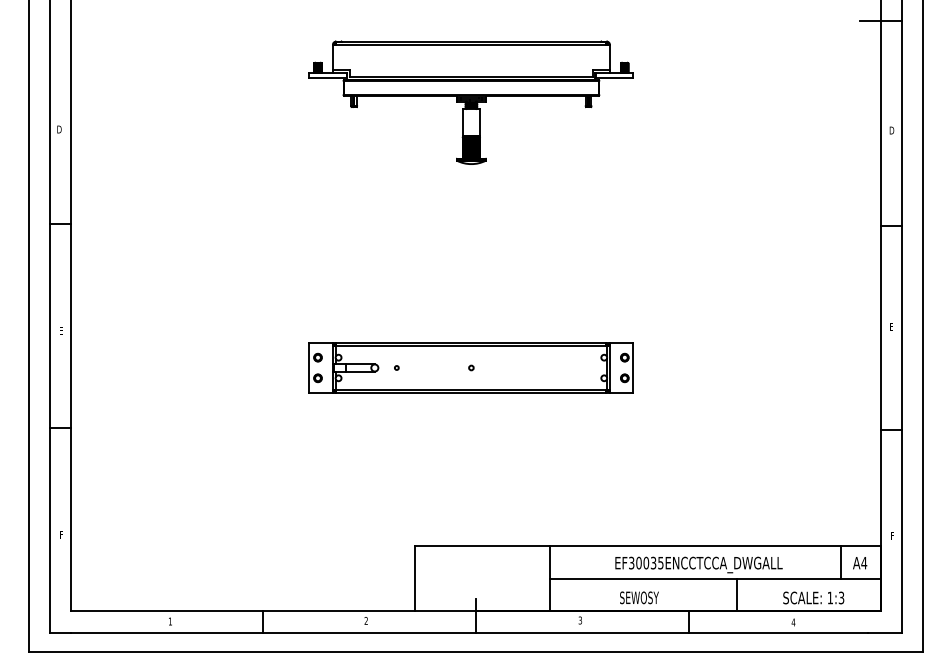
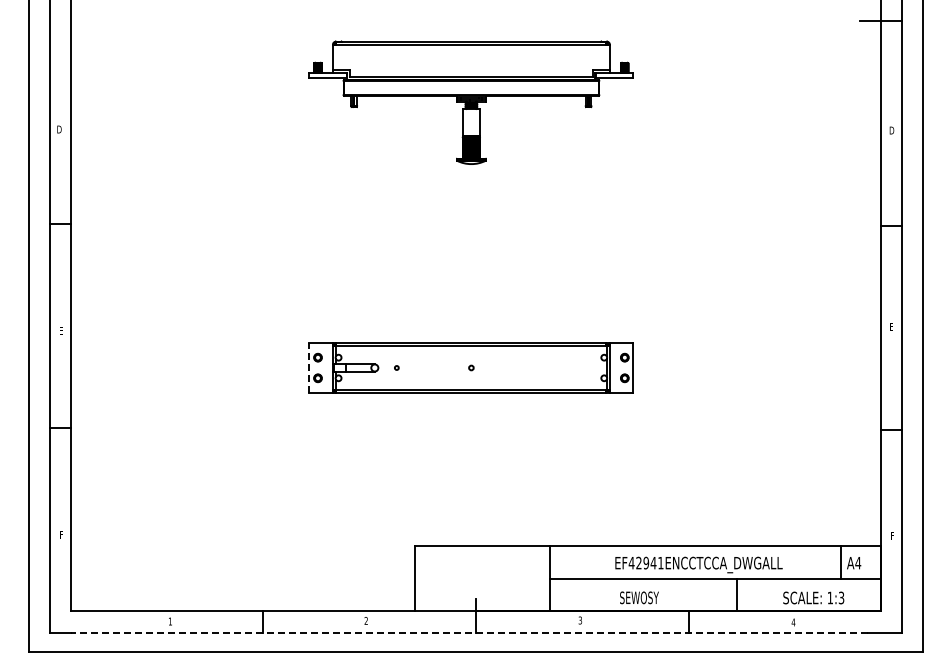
line at (309, 368): solid -> dashed
text at (645, 562): EF30035ENCCTCCA_DWGALL -> EF42941ENCCTCCA_DWGALL
text at (860, 563) position: (860, 563) -> (854, 563)
line at (469, 632): solid -> dashed
